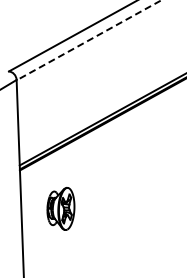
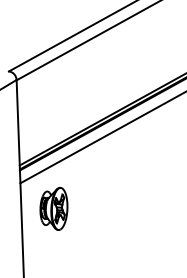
line at (89, 40): dashed -> solid
line at (101, 138): none -> present
part at (60, 208) position: (60, 208) -> (53, 208)
